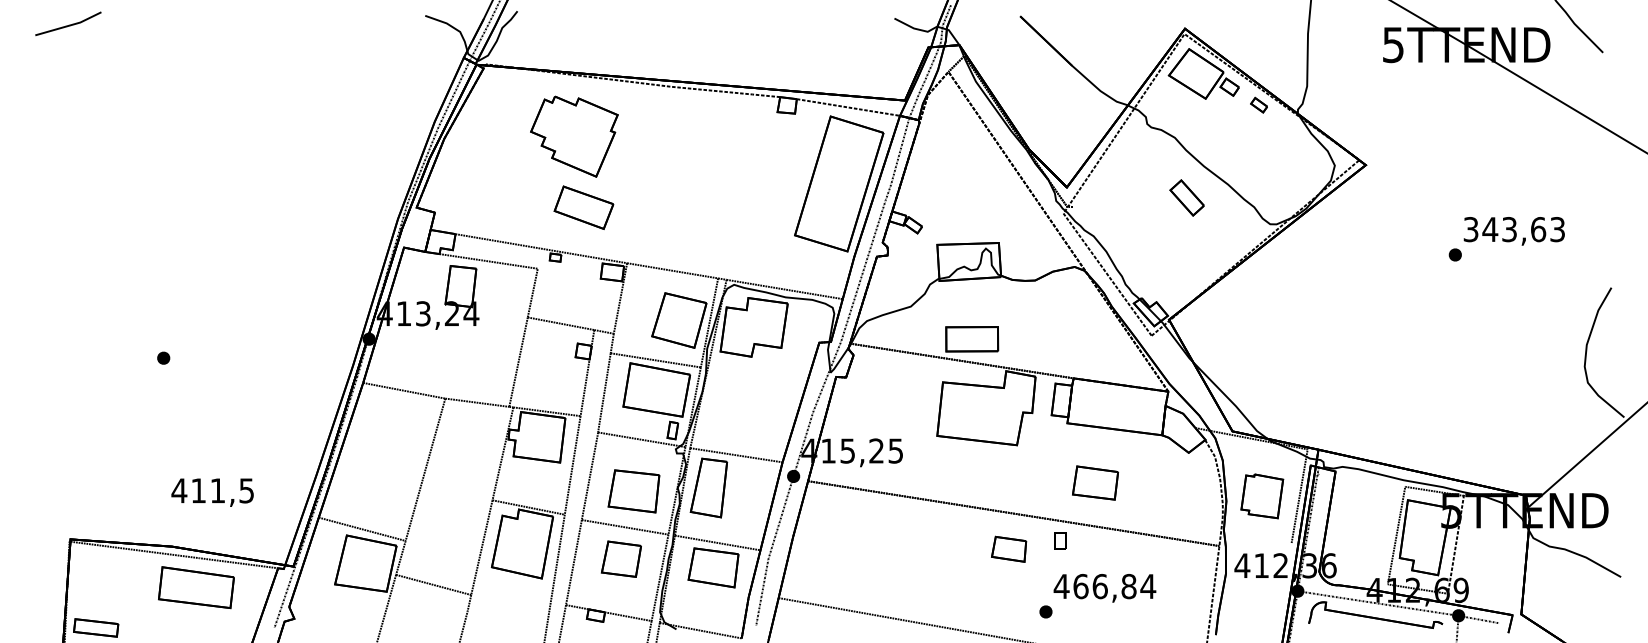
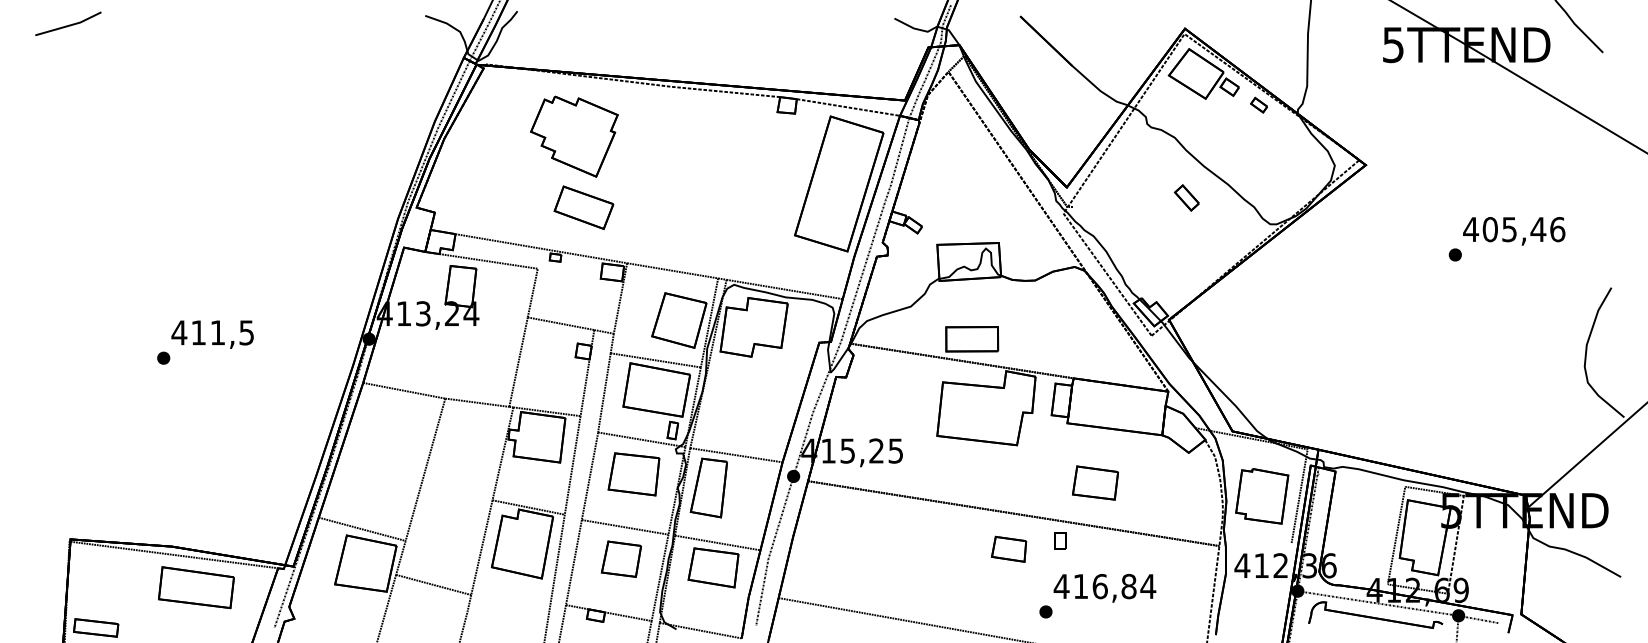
part at (1186, 197) size: 36x38 px -> 27x28 px
text at (1514, 229): 343,63 -> 405,46
part at (633, 491) position: (633, 491) -> (633, 474)
text at (212, 492) position: (212, 492) -> (212, 334)
part at (1262, 496) size: 45x47 px -> 55x57 px
text at (1080, 586): 466,84 -> 416,84
